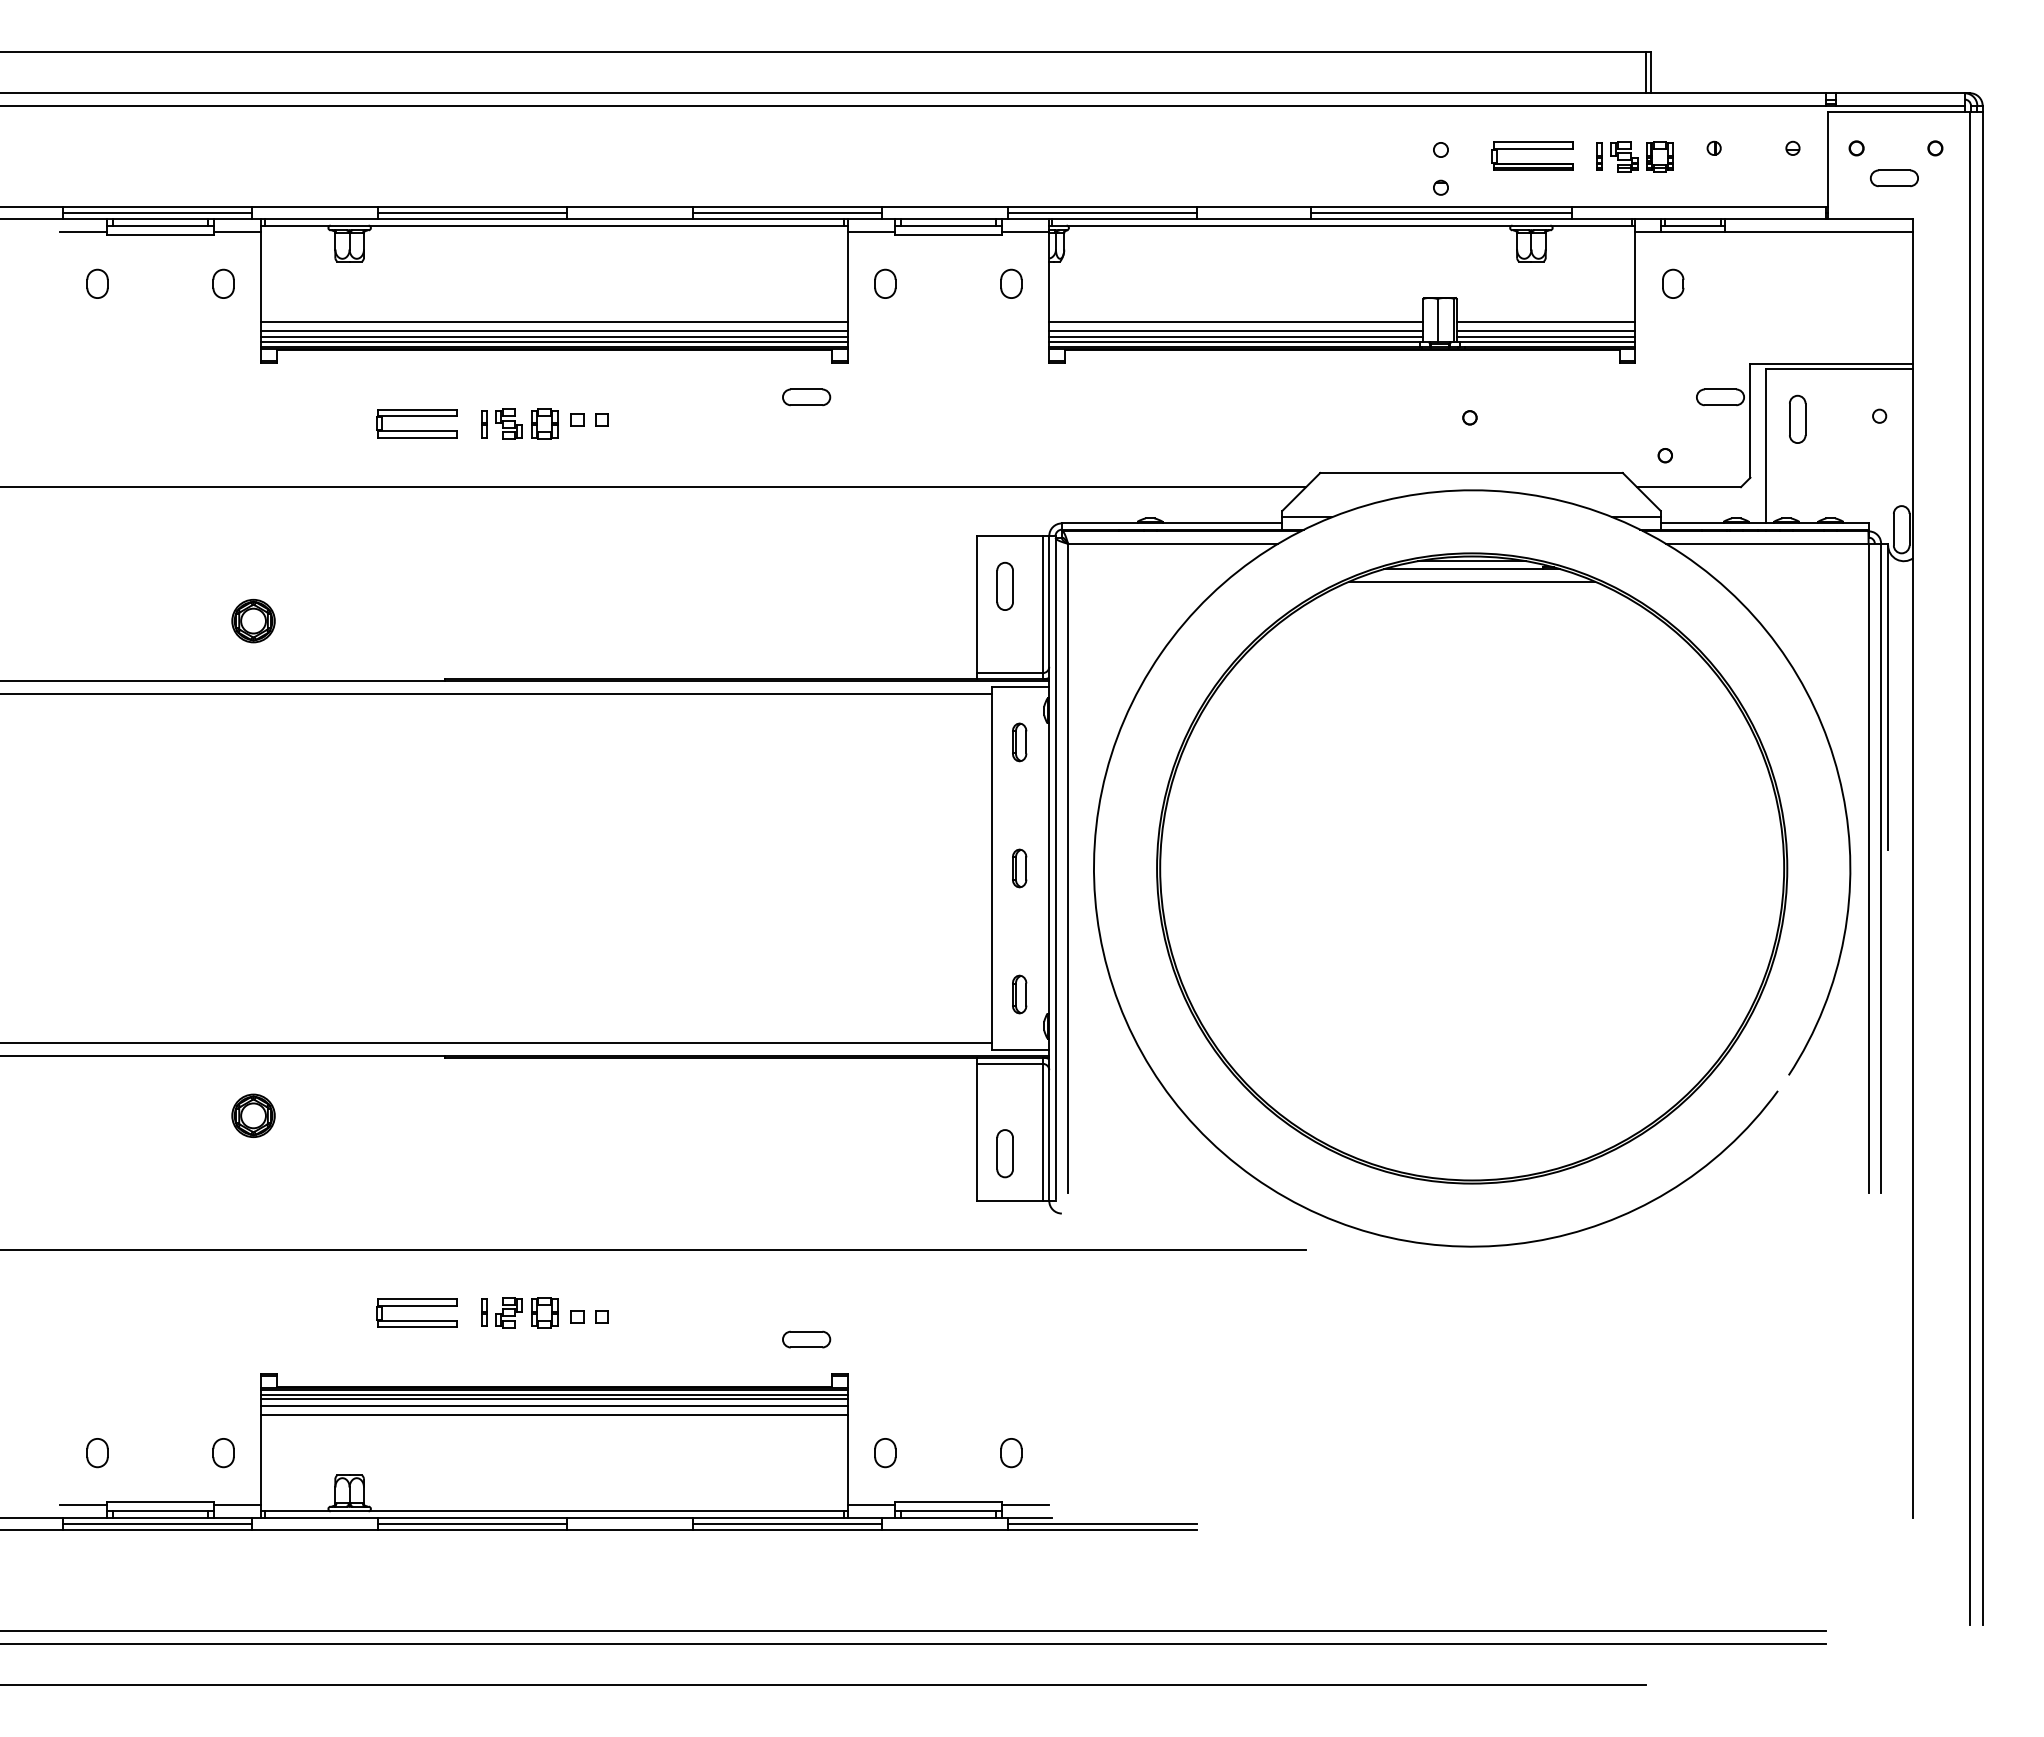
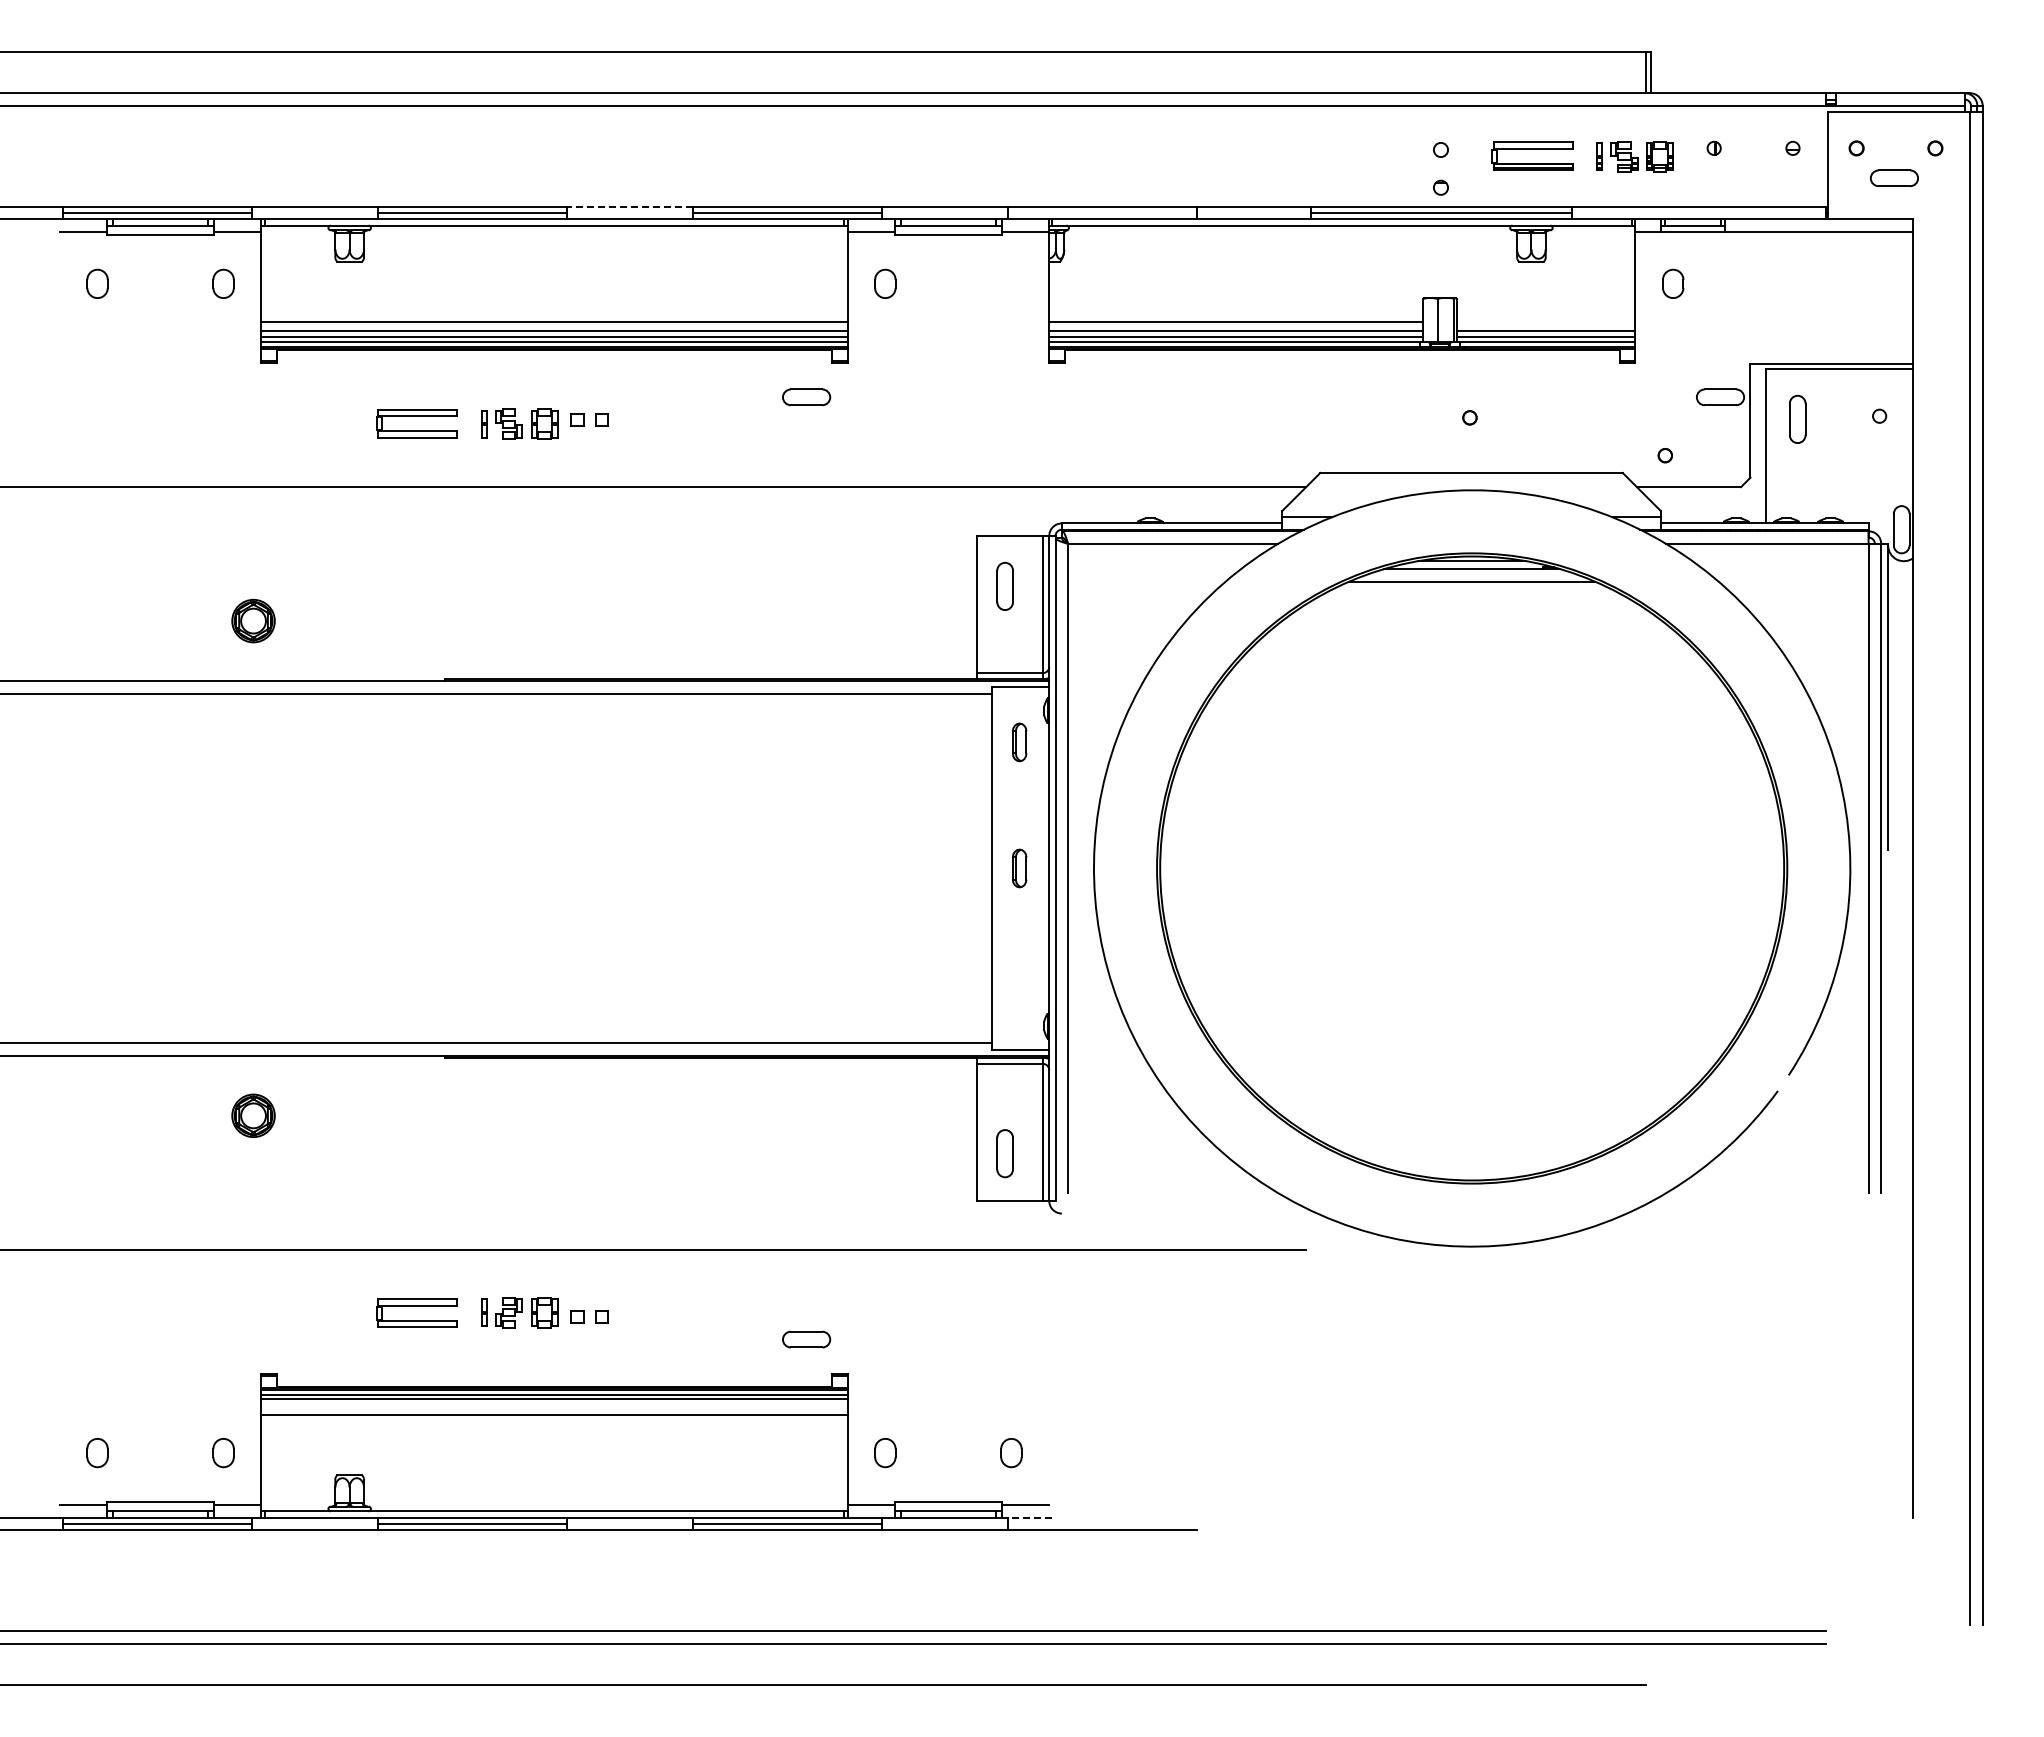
line at (629, 206): solid -> dashed
line at (1102, 213): present -> none
part at (1011, 283): present -> none
line at (1545, 321): present -> none
part at (1019, 994): present -> none
line at (554, 1405): present -> none
line at (1029, 1517): solid -> dashed
line at (1102, 1523): present -> none
